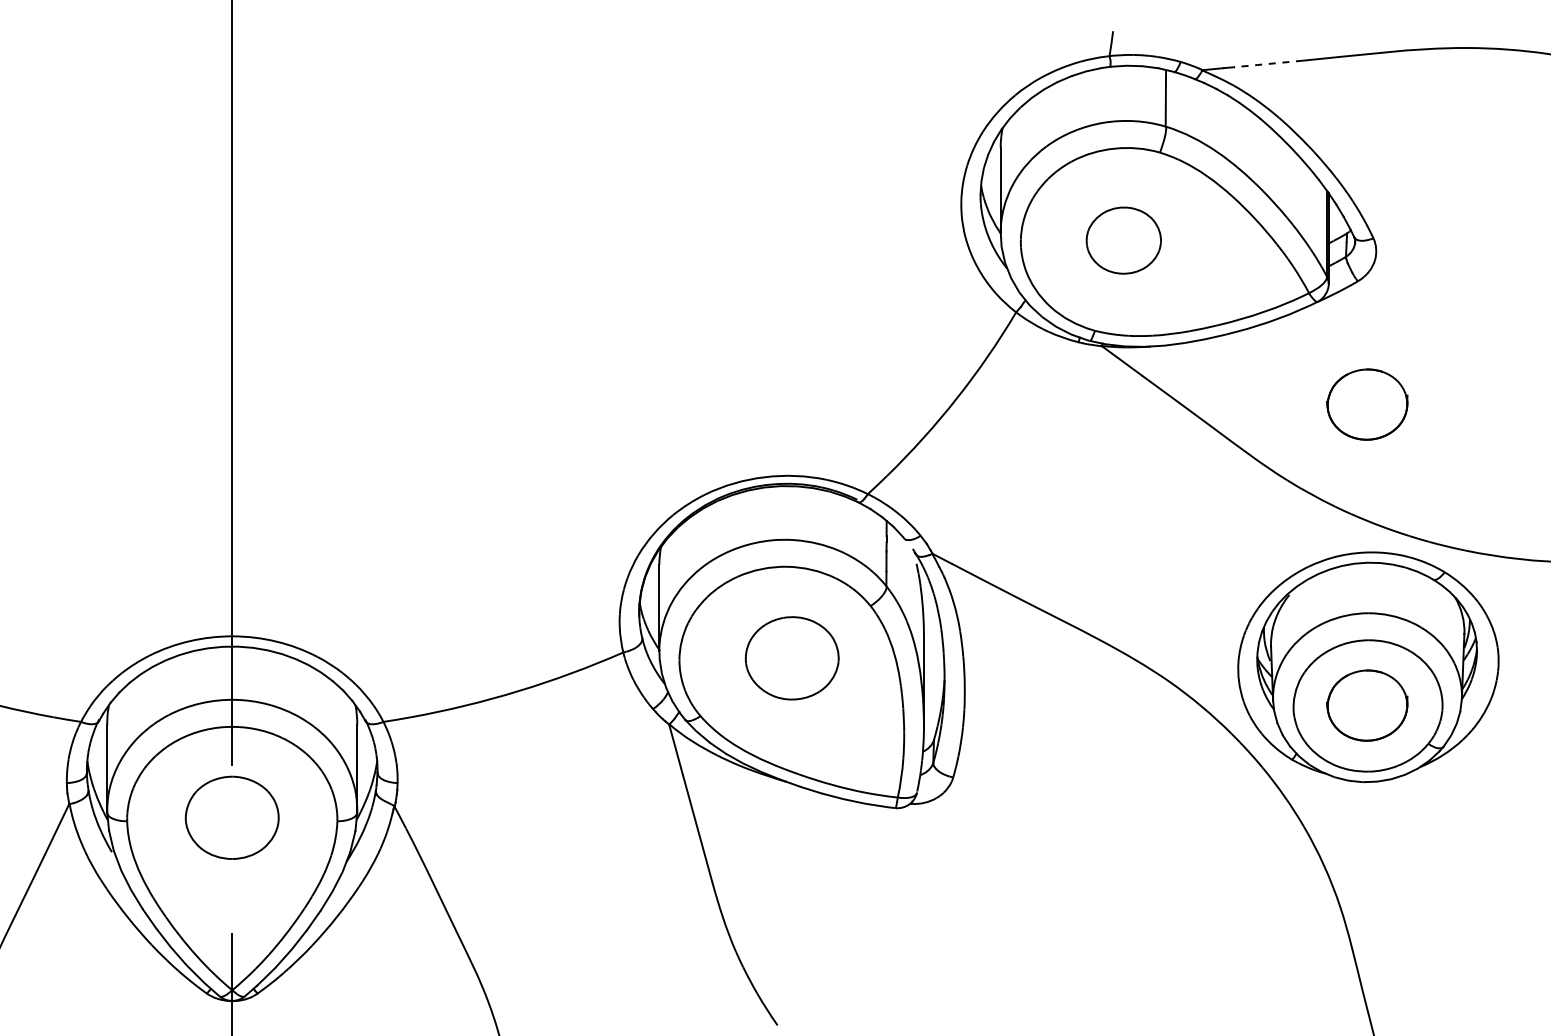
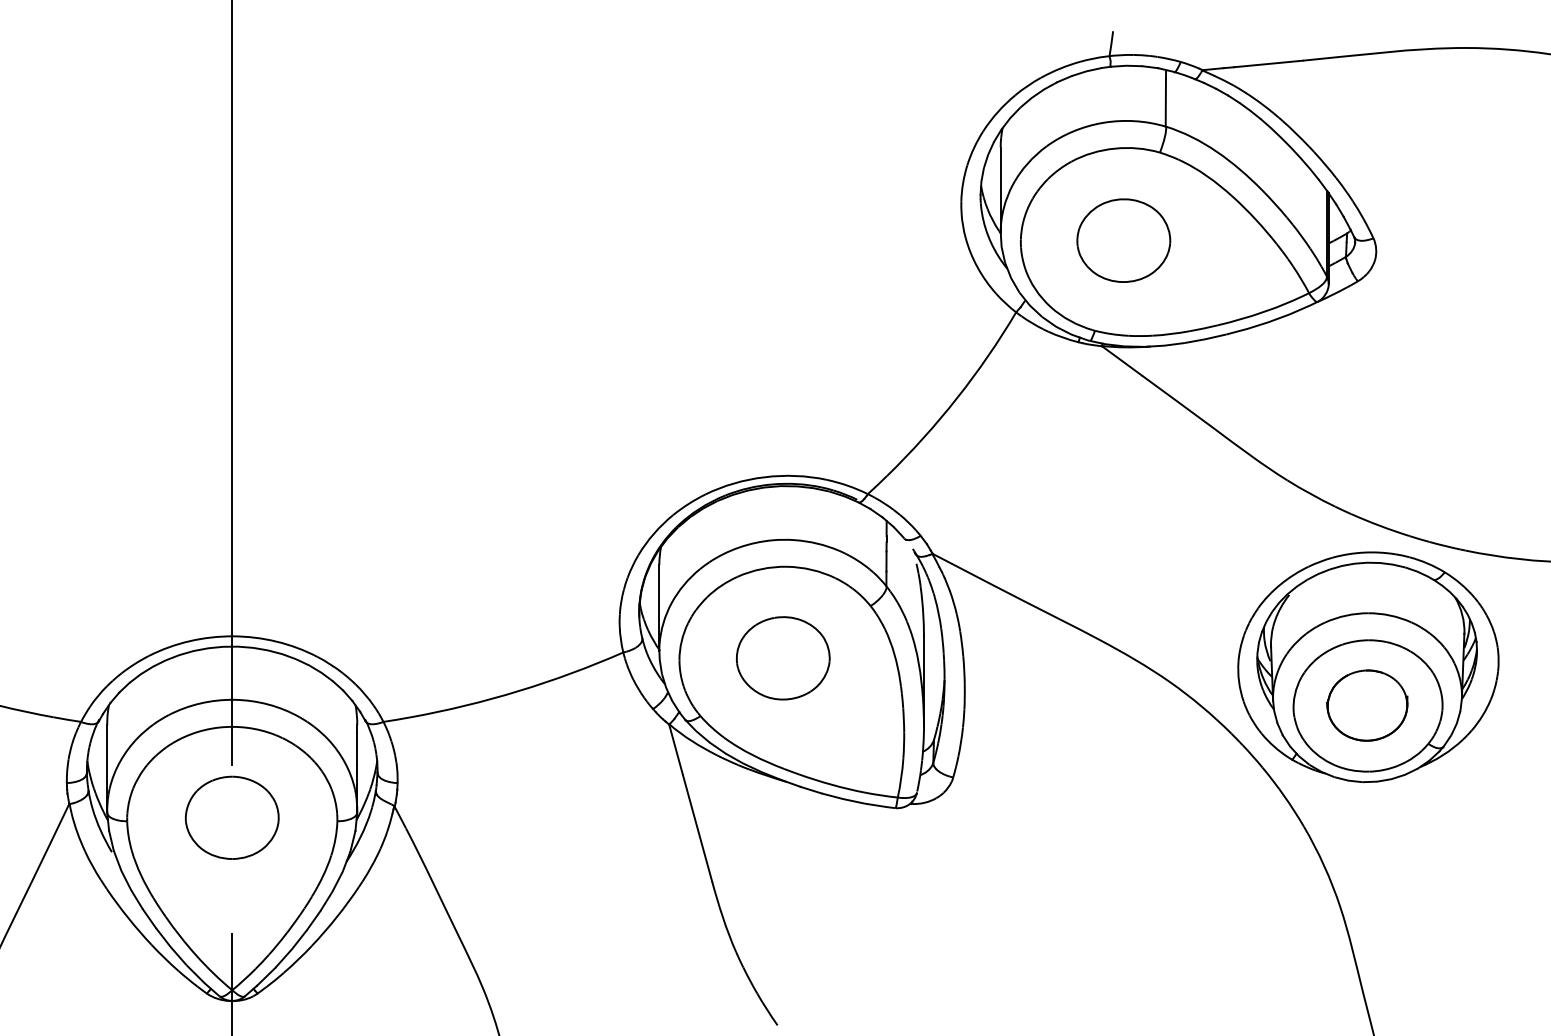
line at (1268, 63): dashed -> solid
part at (1123, 240) size: 77x69 px -> 96x85 px
part at (1367, 404): present -> none
part at (792, 658) position: (792, 658) -> (783, 658)
